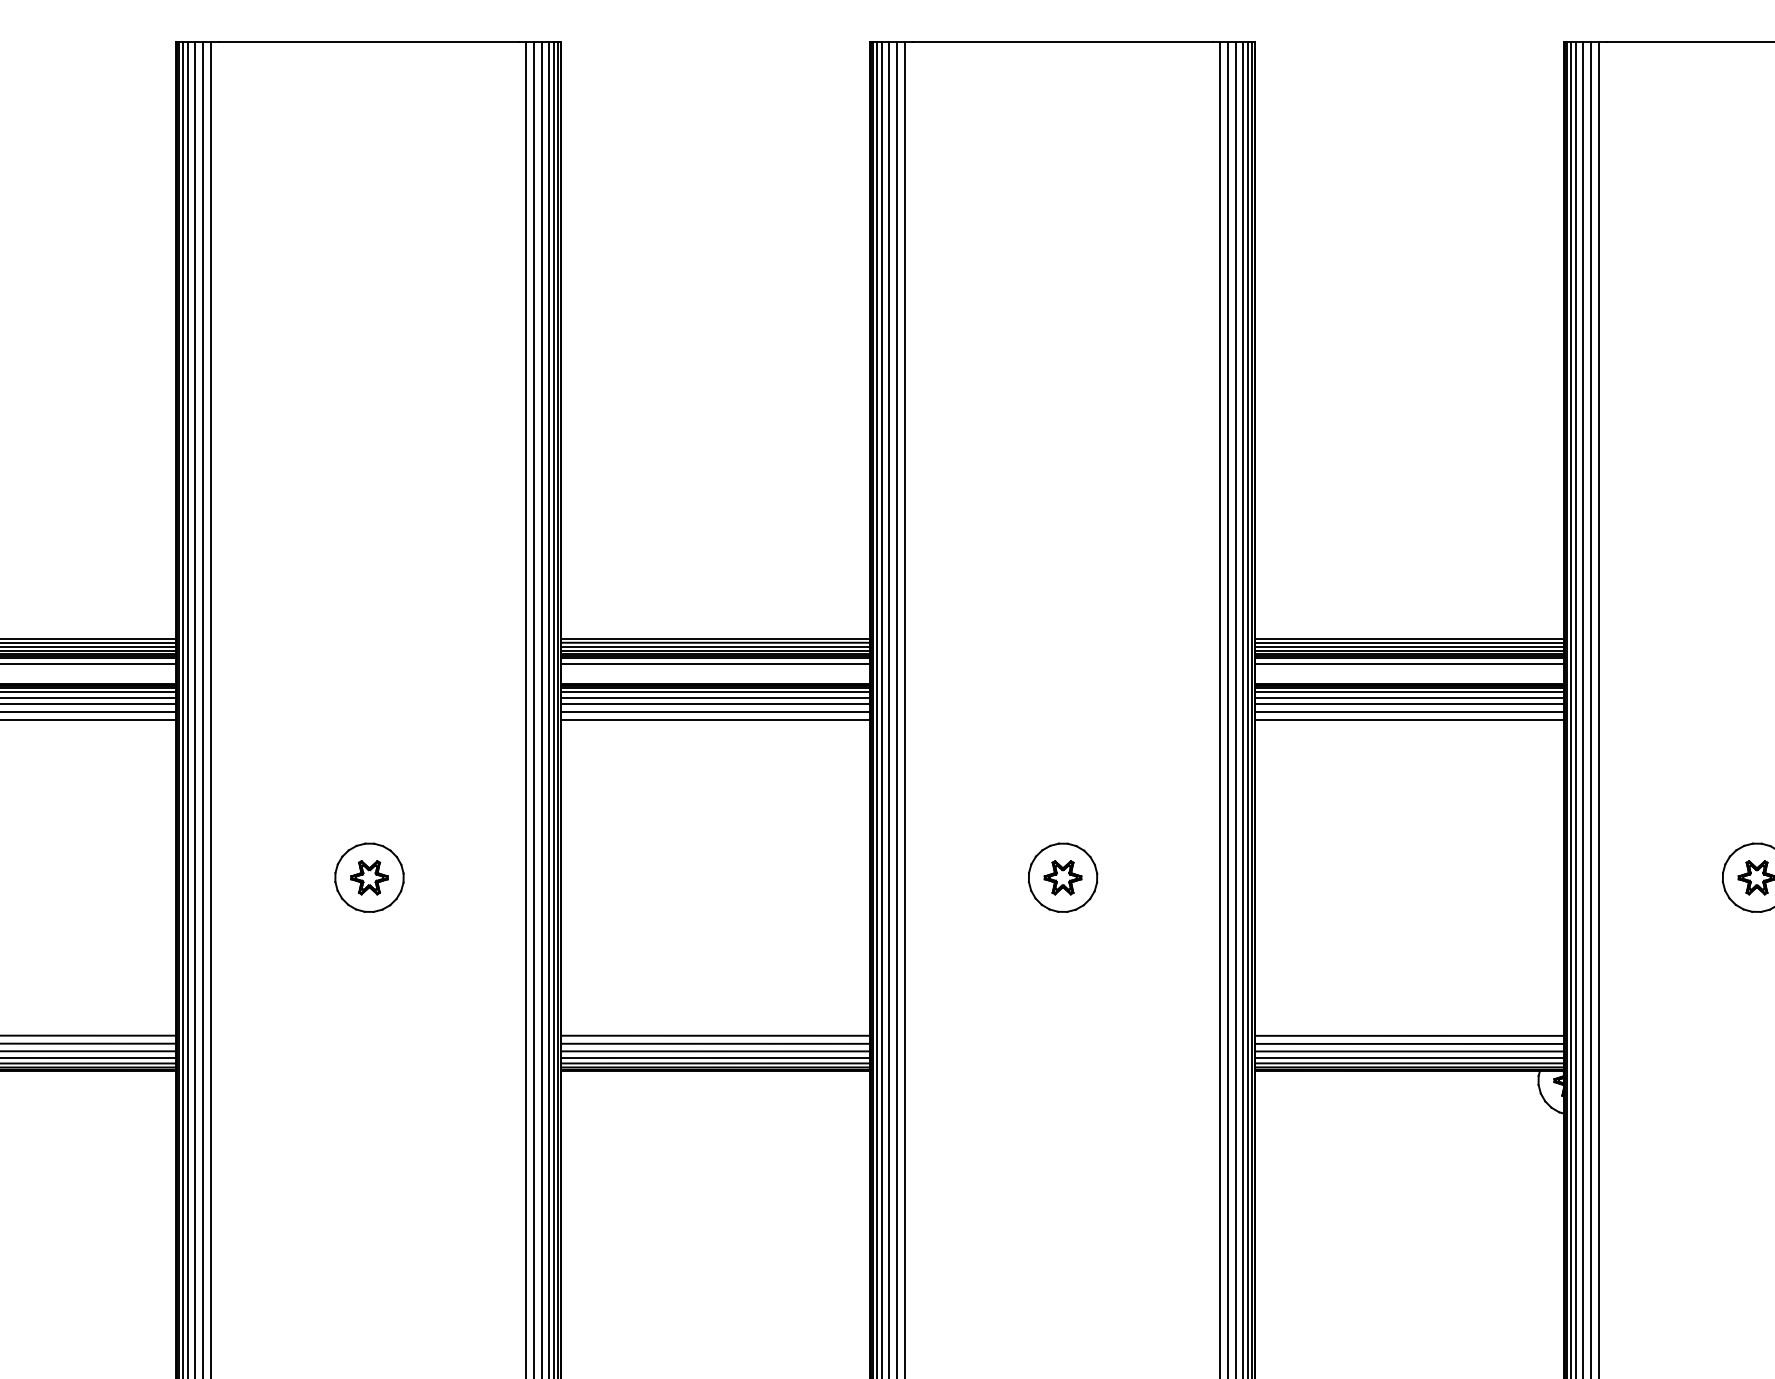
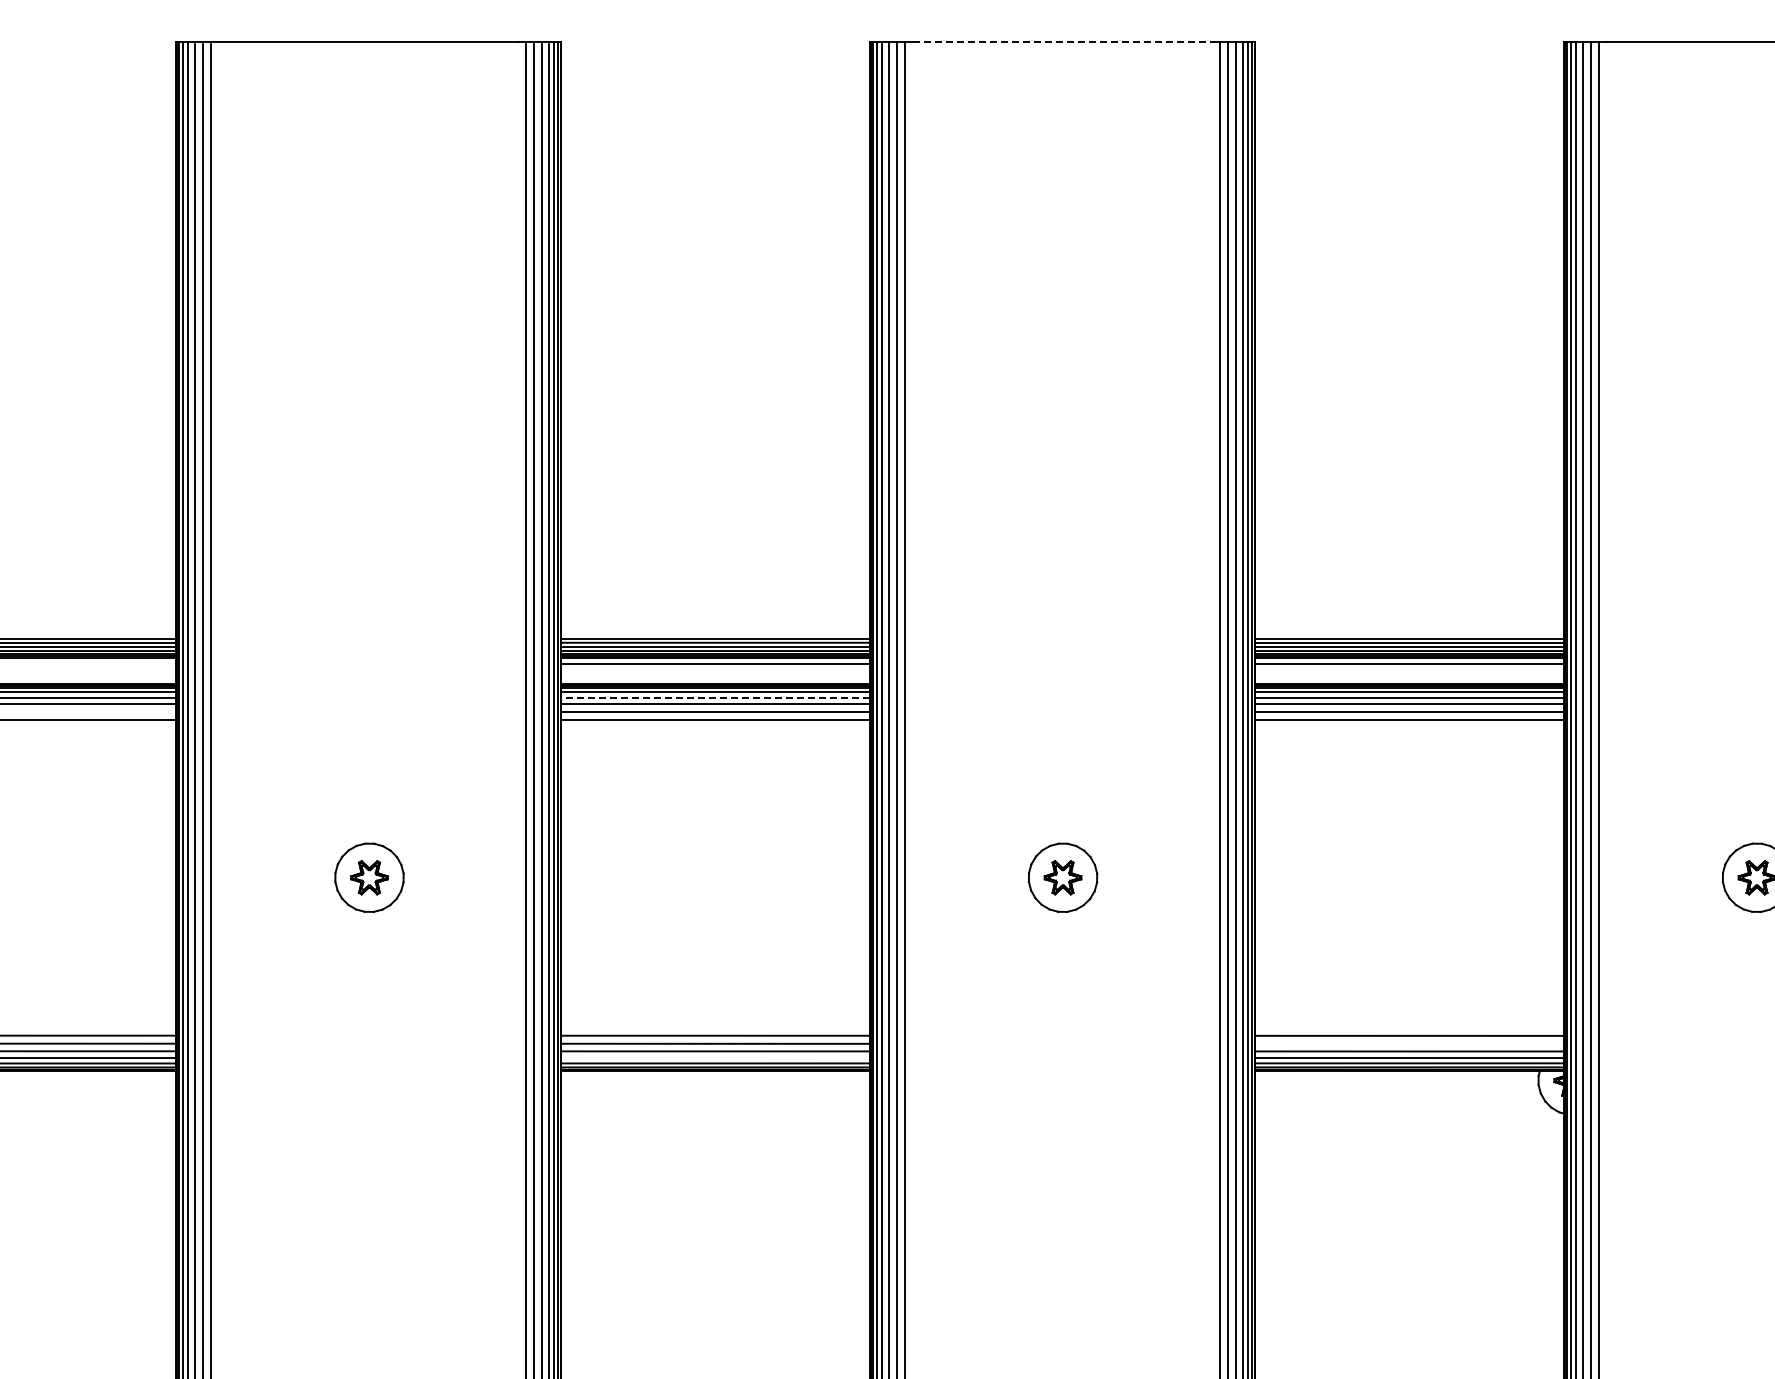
line at (1062, 42): solid -> dashed
line at (88, 664): present -> none
line at (715, 697): solid -> dashed
line at (88, 712): present -> none
line at (1409, 1043): present -> none
line at (715, 1058): present -> none
